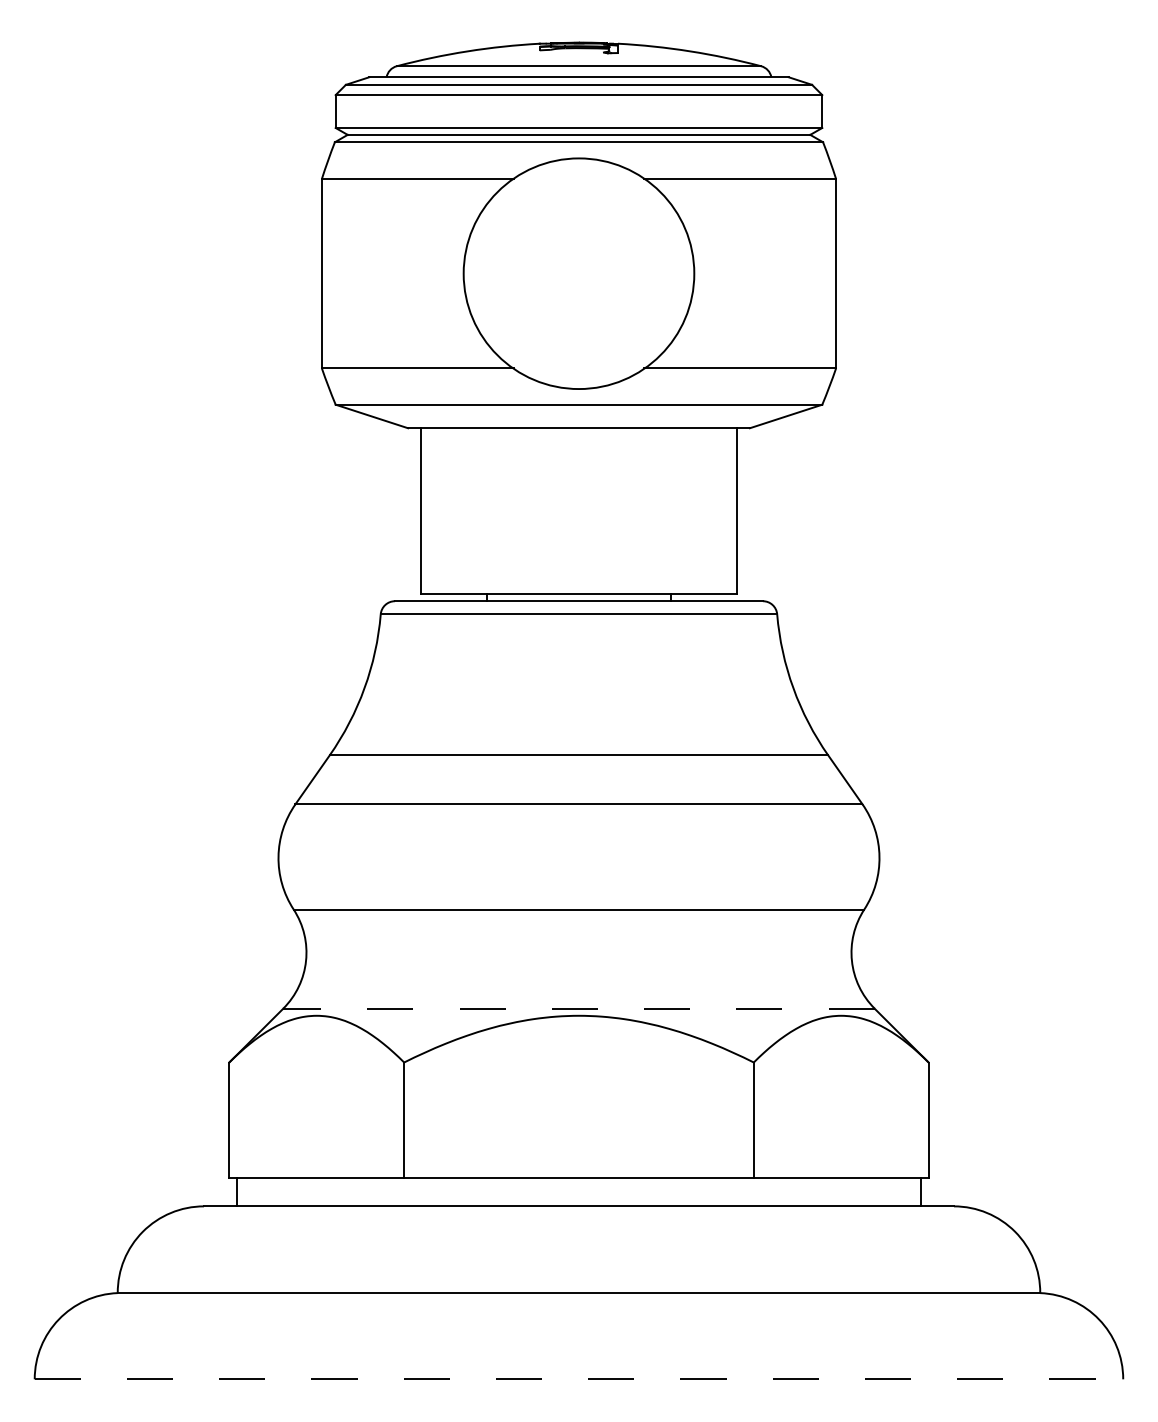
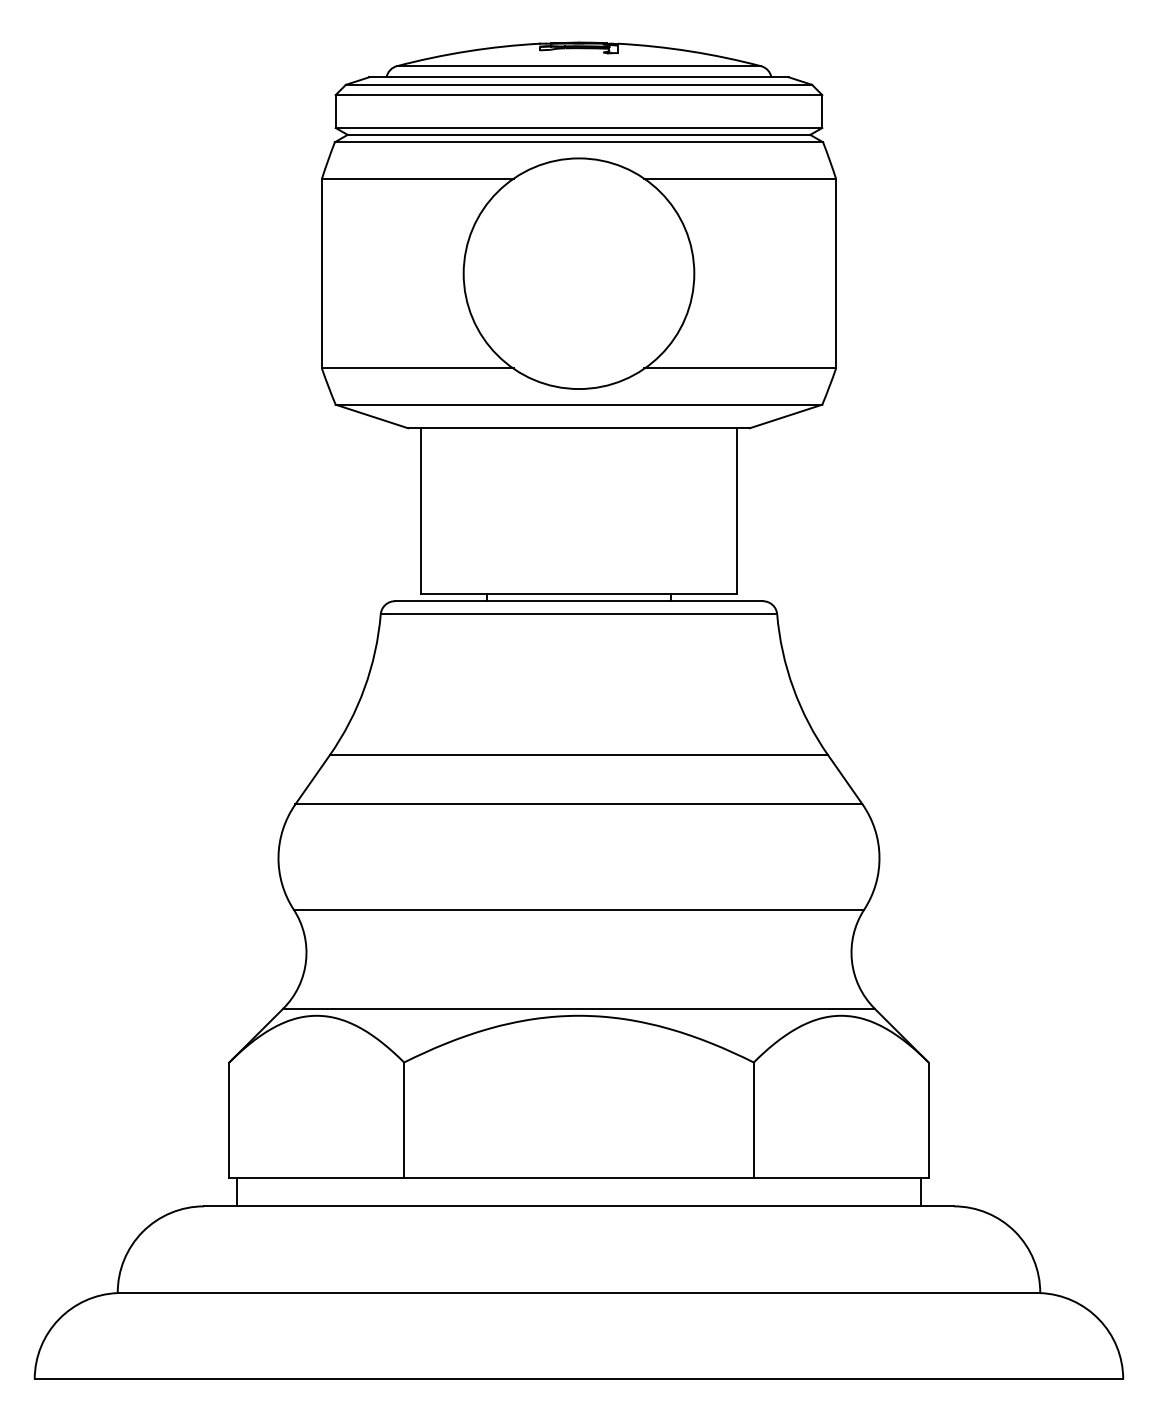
line at (578, 1008): dashed -> solid
line at (579, 1379): dashed -> solid
